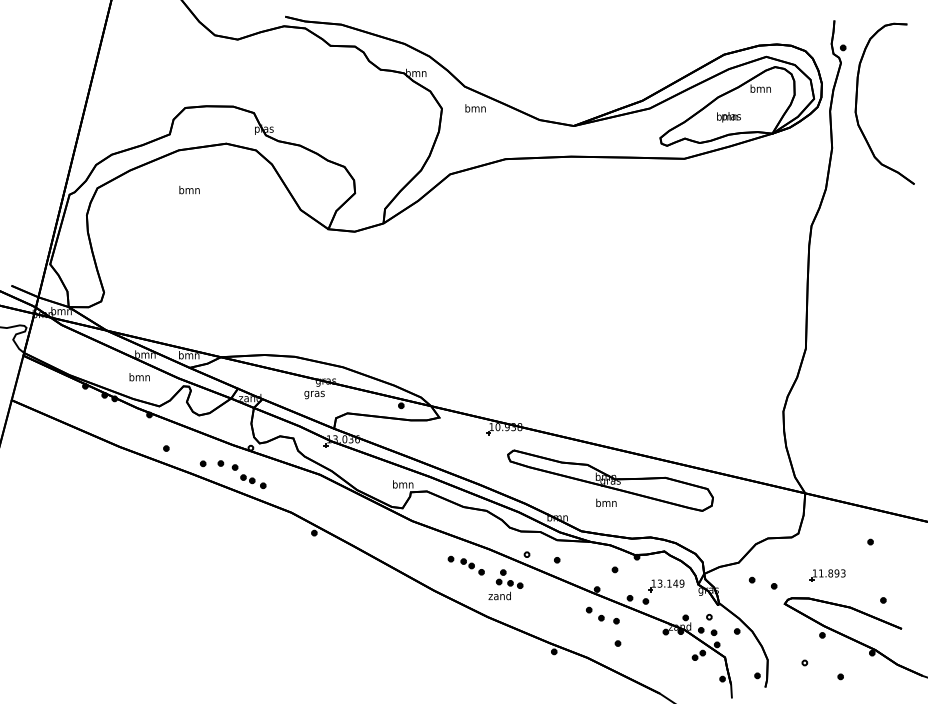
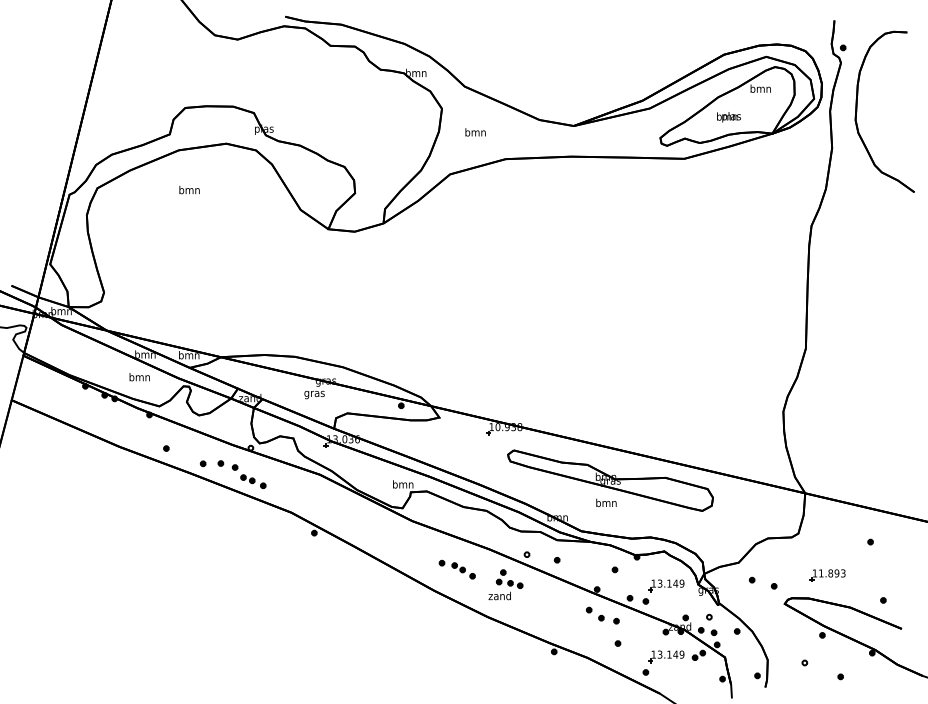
part at (857, 103) position: (857, 103) -> (857, 111)
text at (475, 108) position: (475, 108) -> (475, 132)
part at (465, 565) position: (465, 565) -> (456, 569)
part at (663, 662): none -> present
